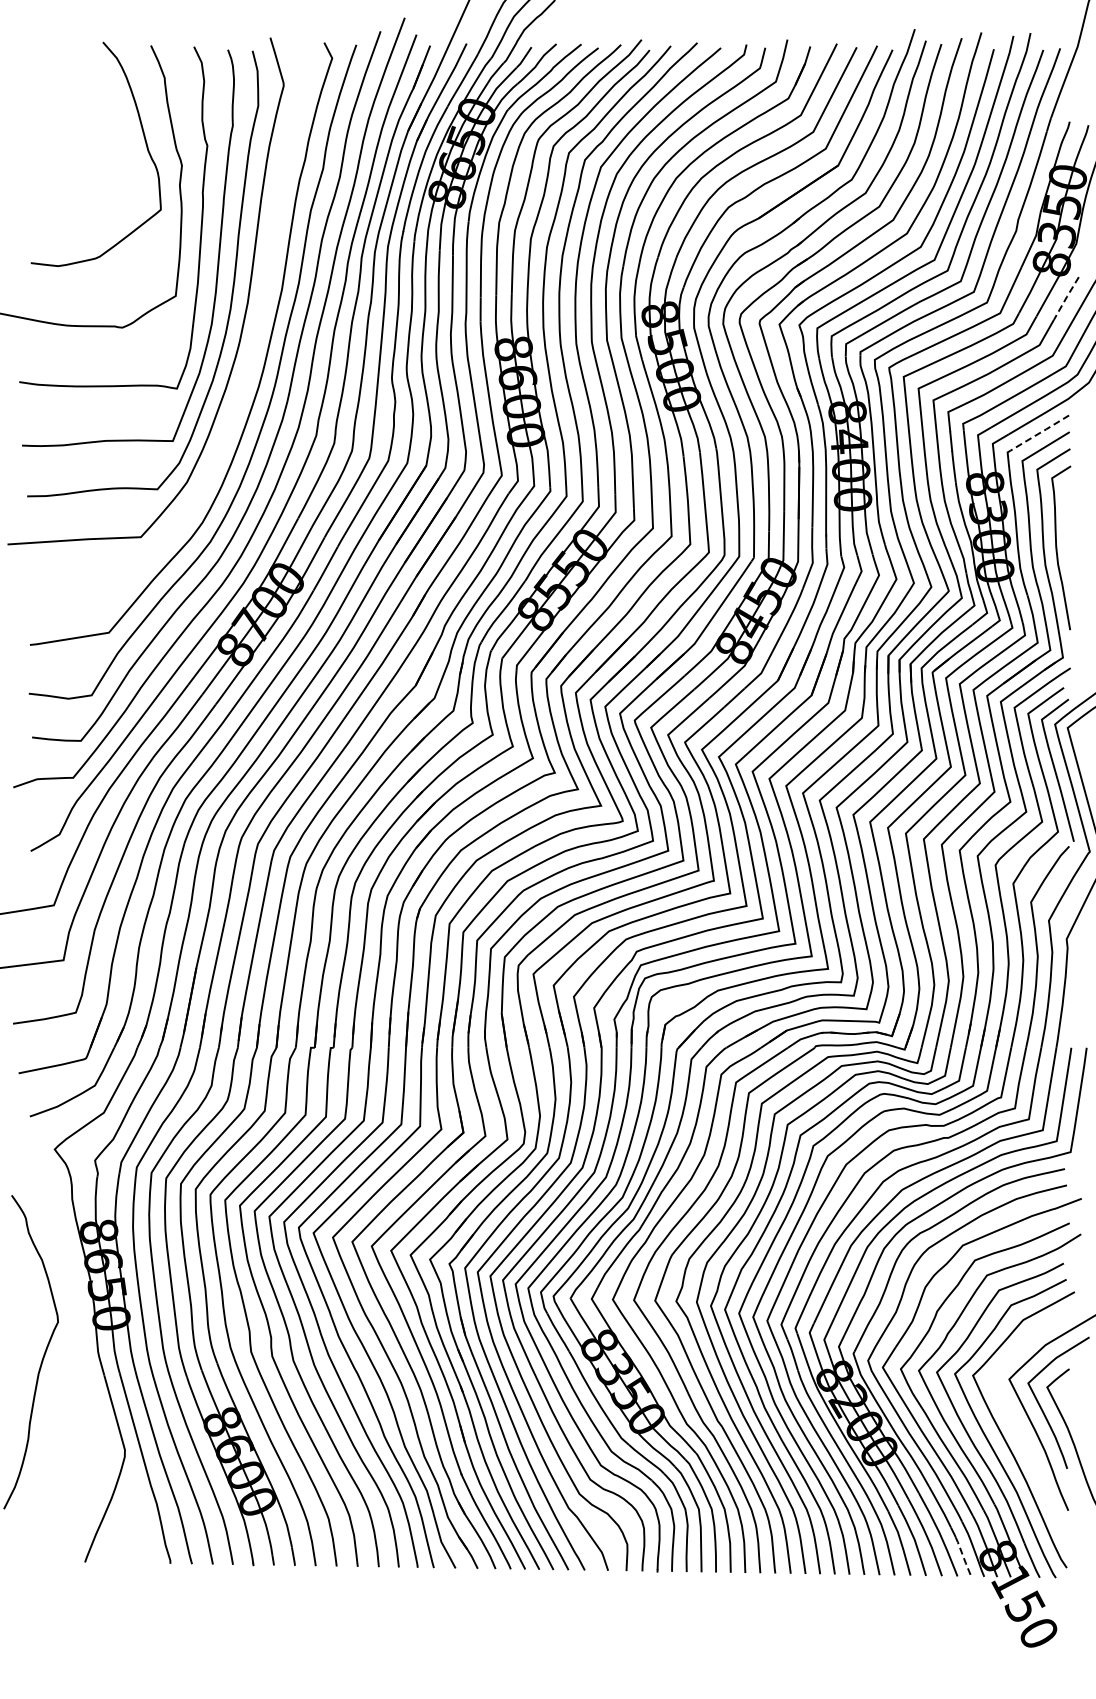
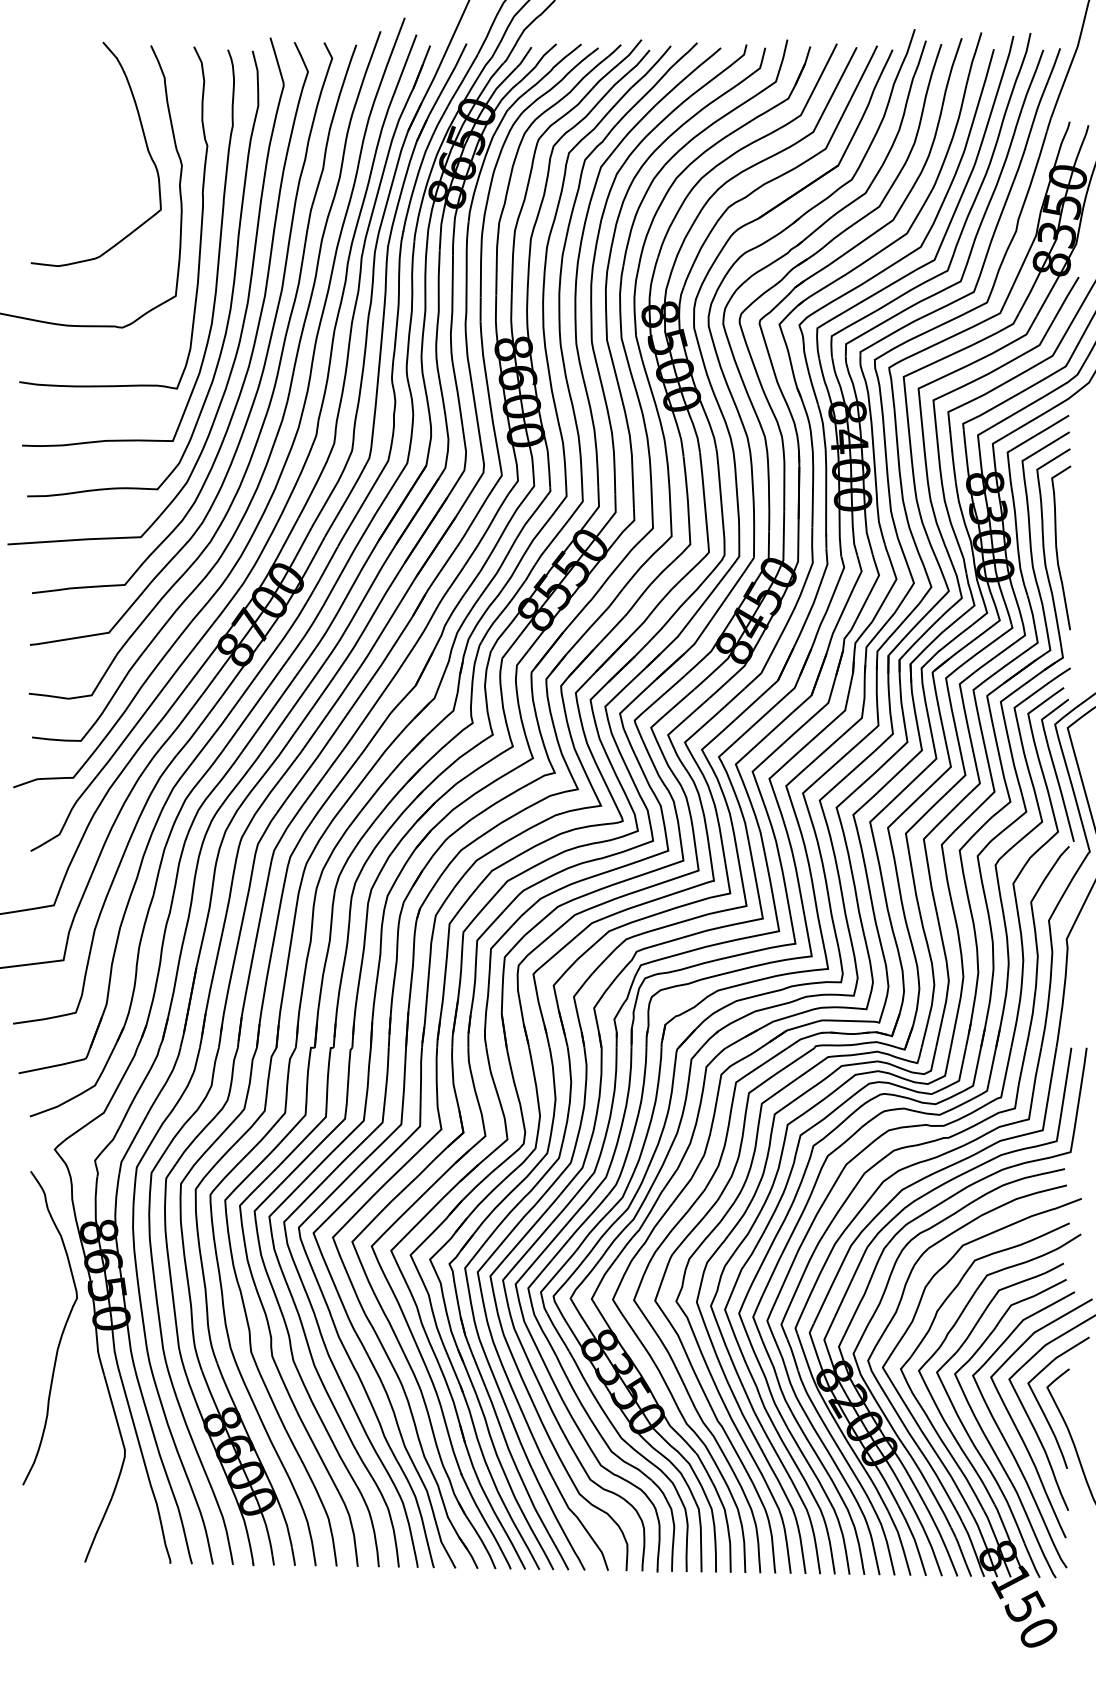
line at (1066, 298): dashed -> solid
curve at (255, 333): none -> present
line at (1039, 433): dashed -> solid
curve at (42, 1357) position: (42, 1357) -> (61, 1333)
curve at (1018, 1429): none -> present
line at (963, 1557): dashed -> solid
